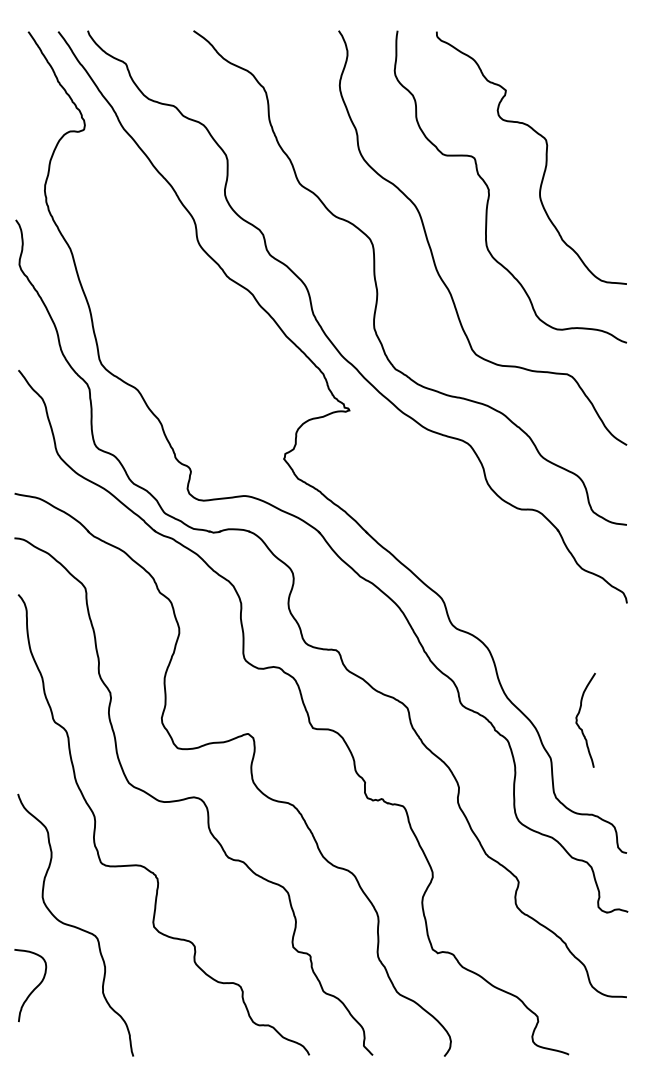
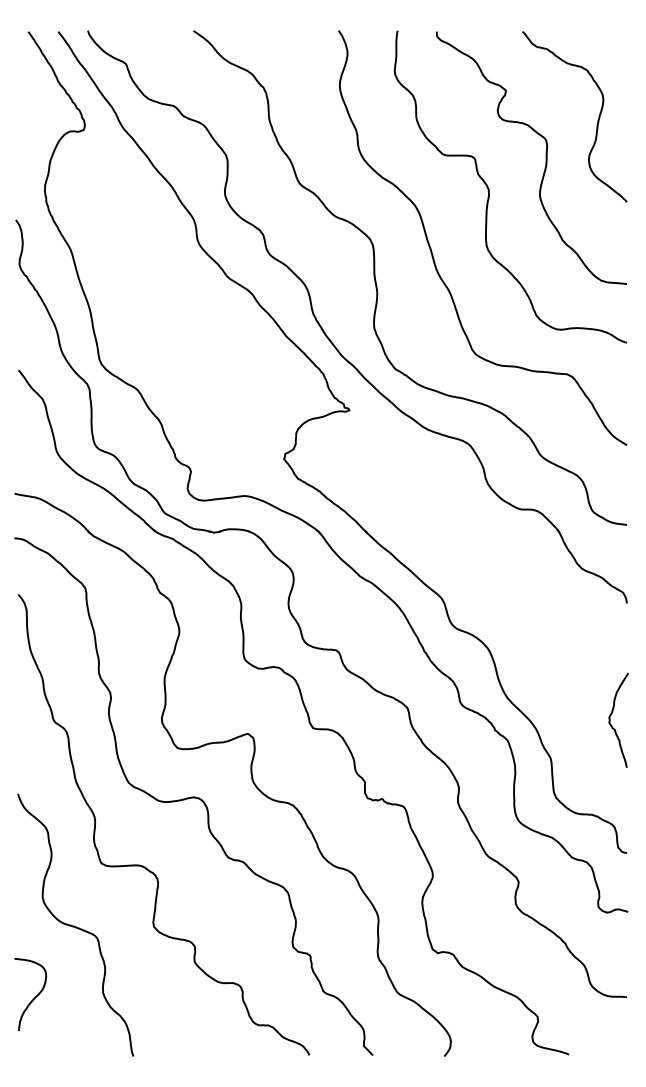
curve at (597, 119): none -> present
curve at (577, 719) position: (577, 719) -> (610, 719)
curve at (34, 988) position: (34, 988) -> (34, 997)
